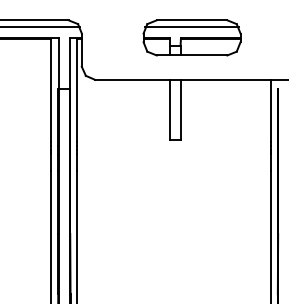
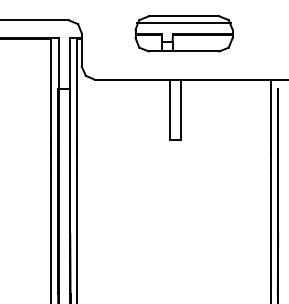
line at (41, 27): present -> none
part at (191, 37) position: (191, 37) -> (183, 33)
